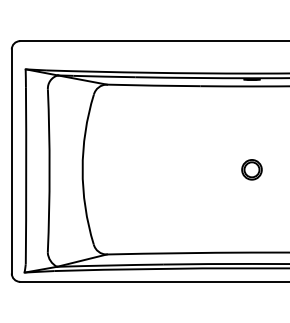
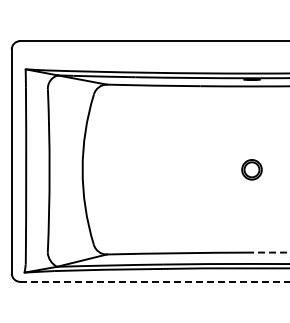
arc at (270, 252): solid -> dashed
line at (155, 281): solid -> dashed
